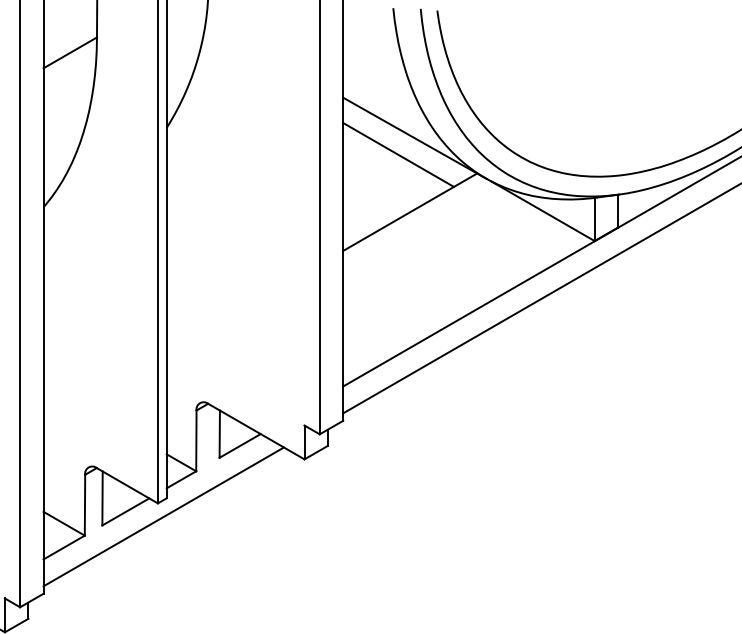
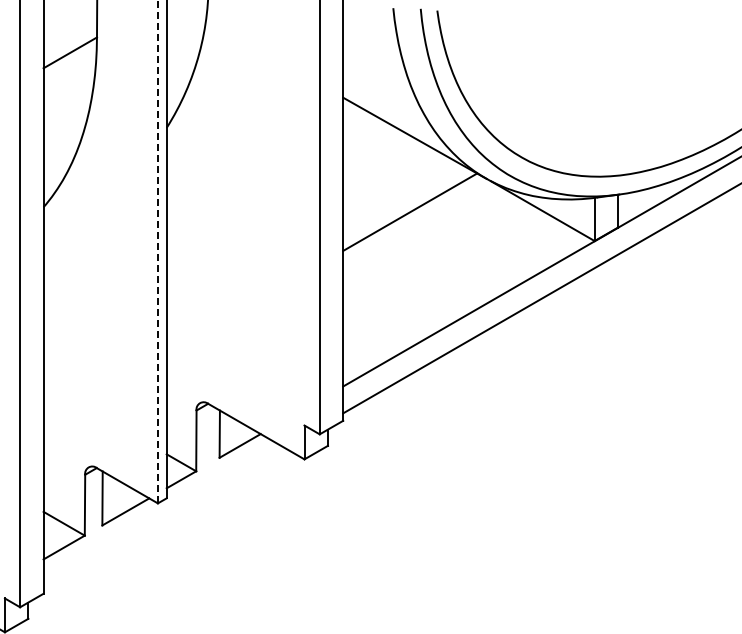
line at (398, 154): present -> none
line at (157, 251): solid -> dashed
line at (163, 516): present -> none
